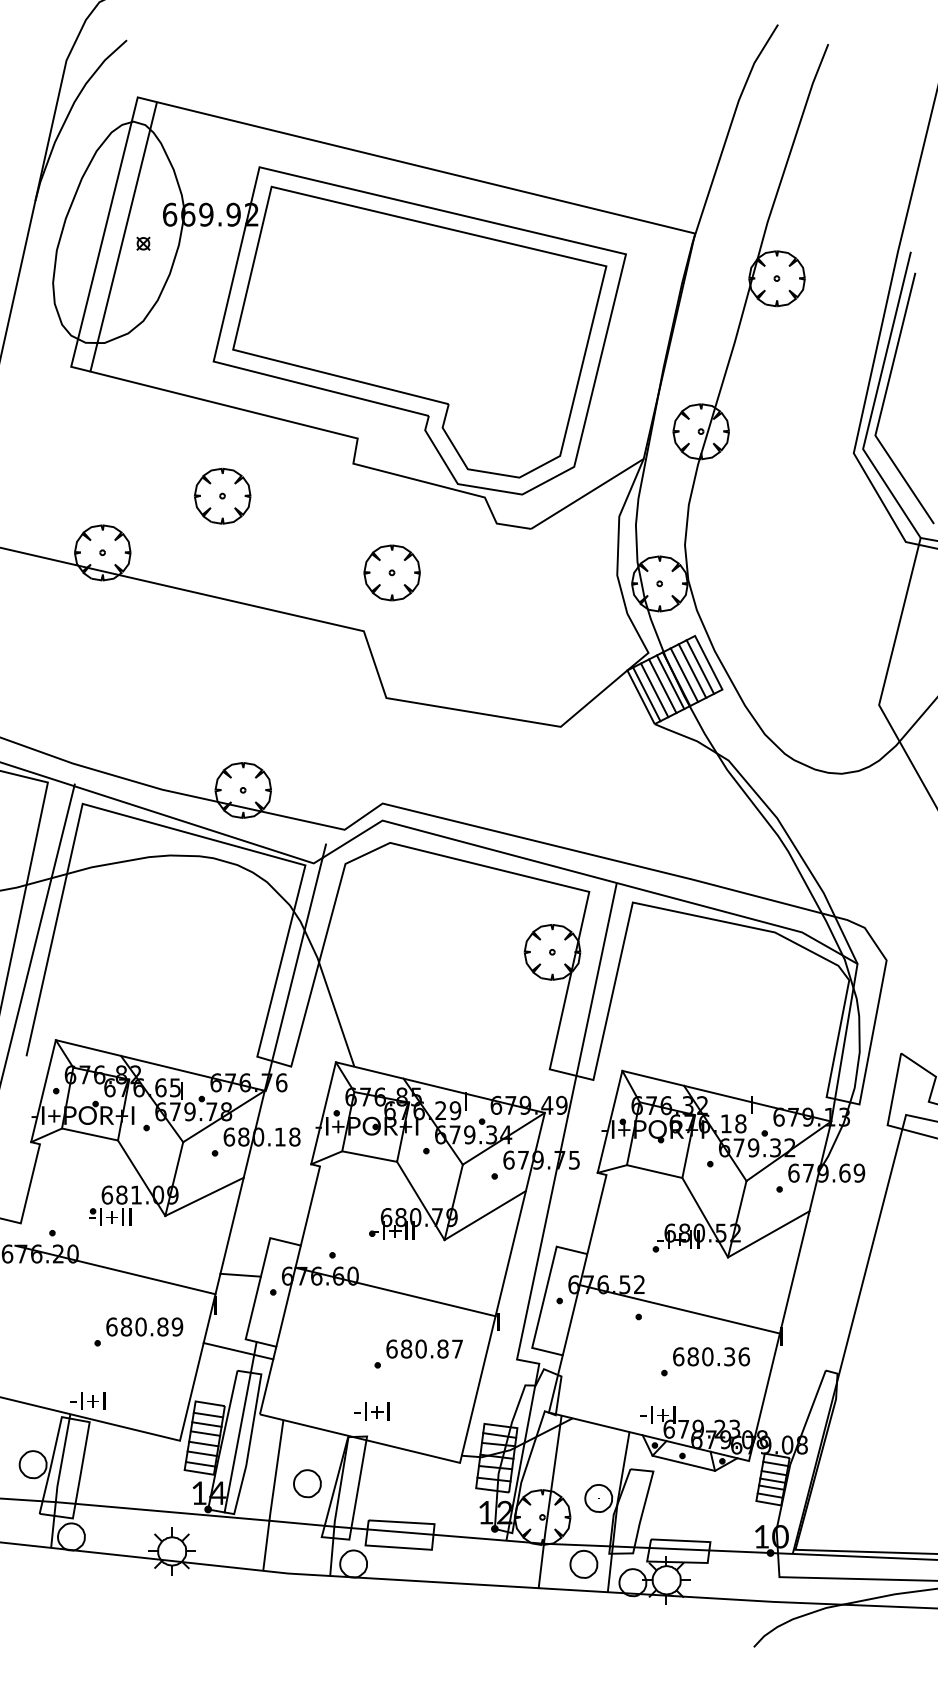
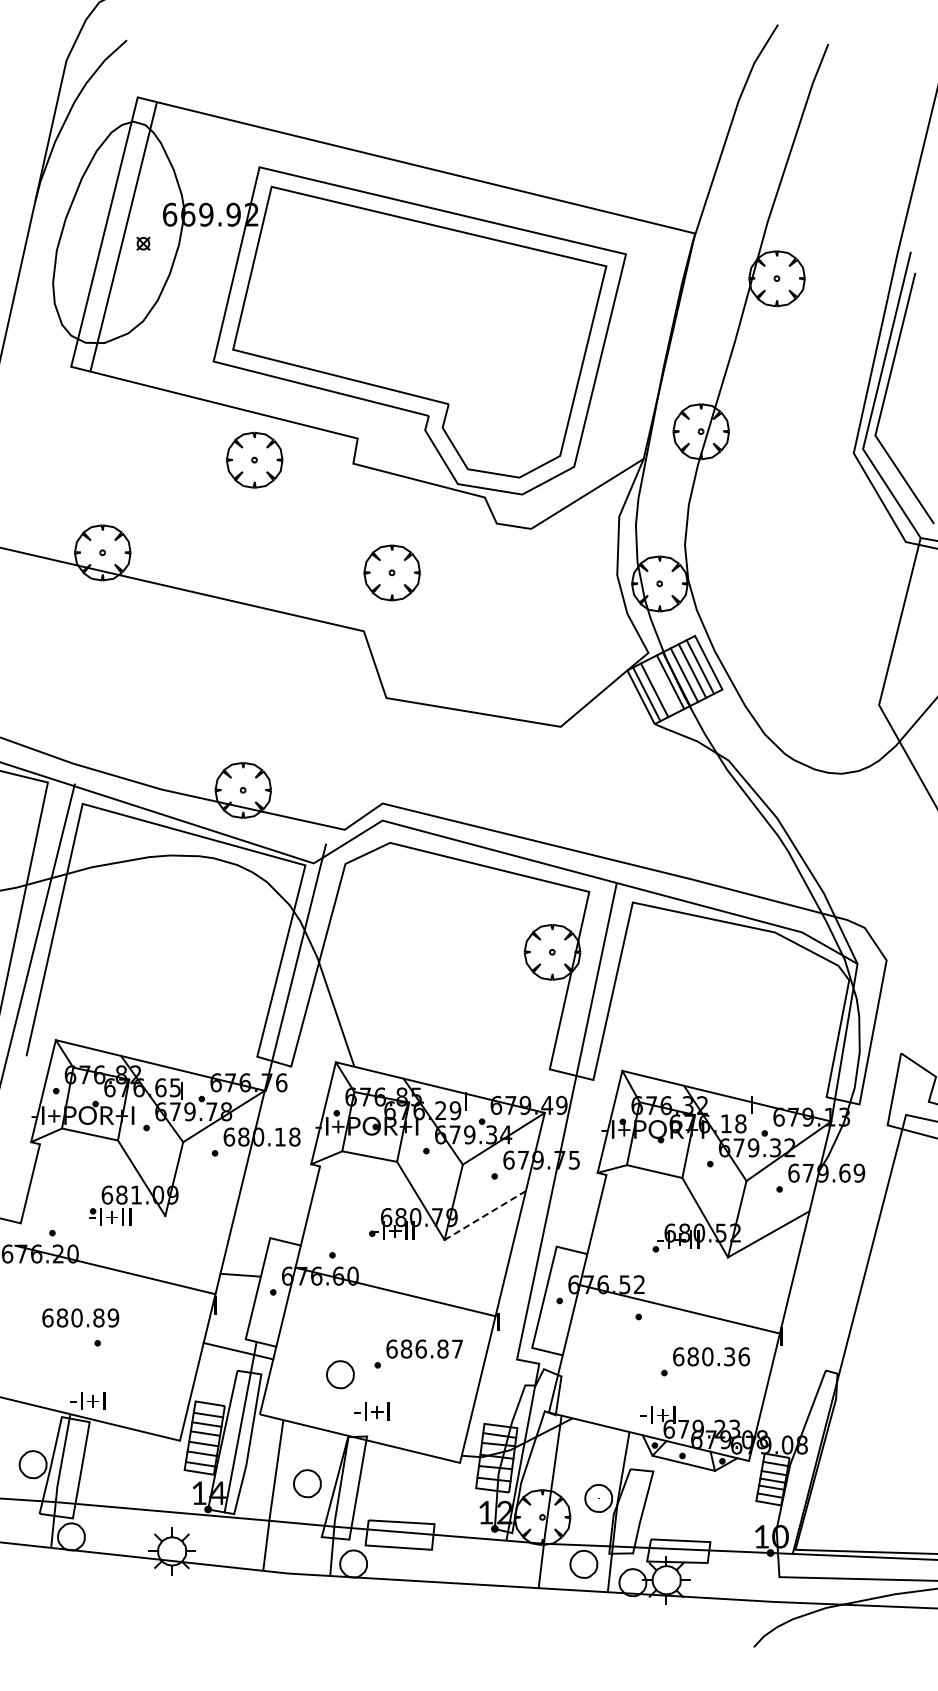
part at (222, 495) position: (222, 495) -> (254, 459)
line at (662, 686): present -> none
line at (204, 1196): present -> none
line at (485, 1215): solid -> dashed
text at (144, 1326) position: (144, 1326) -> (80, 1317)
text at (420, 1348): 680.87 -> 686.87
part at (340, 1374): none -> present
